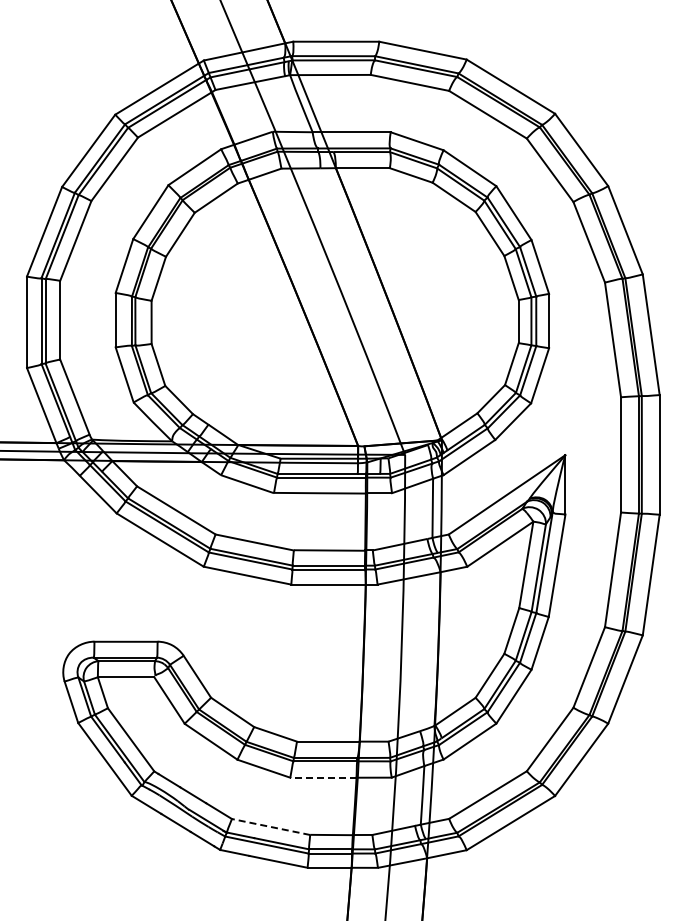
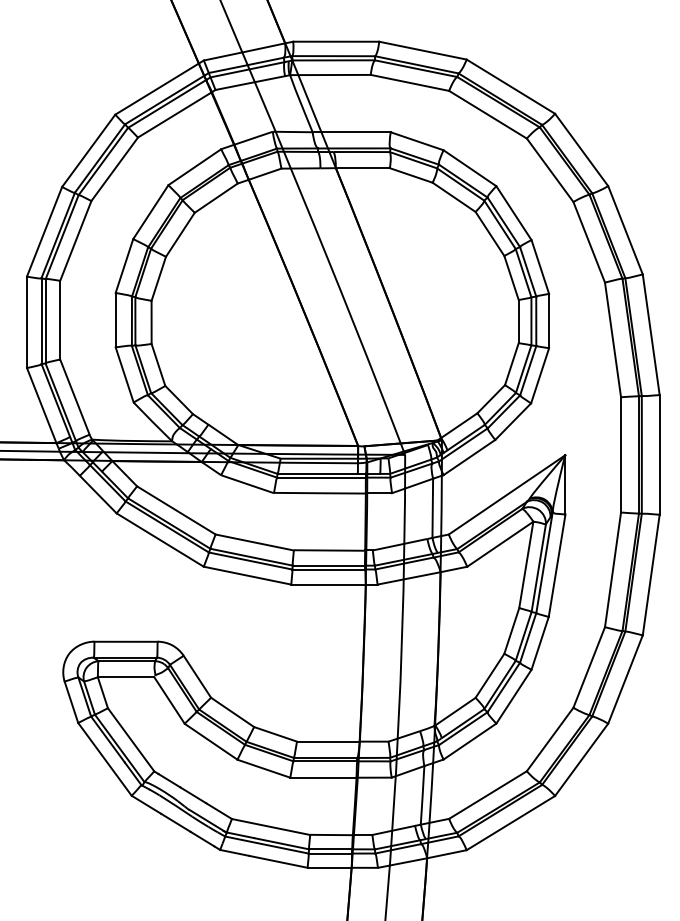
line at (322, 777): dashed -> solid
line at (271, 827): dashed -> solid
